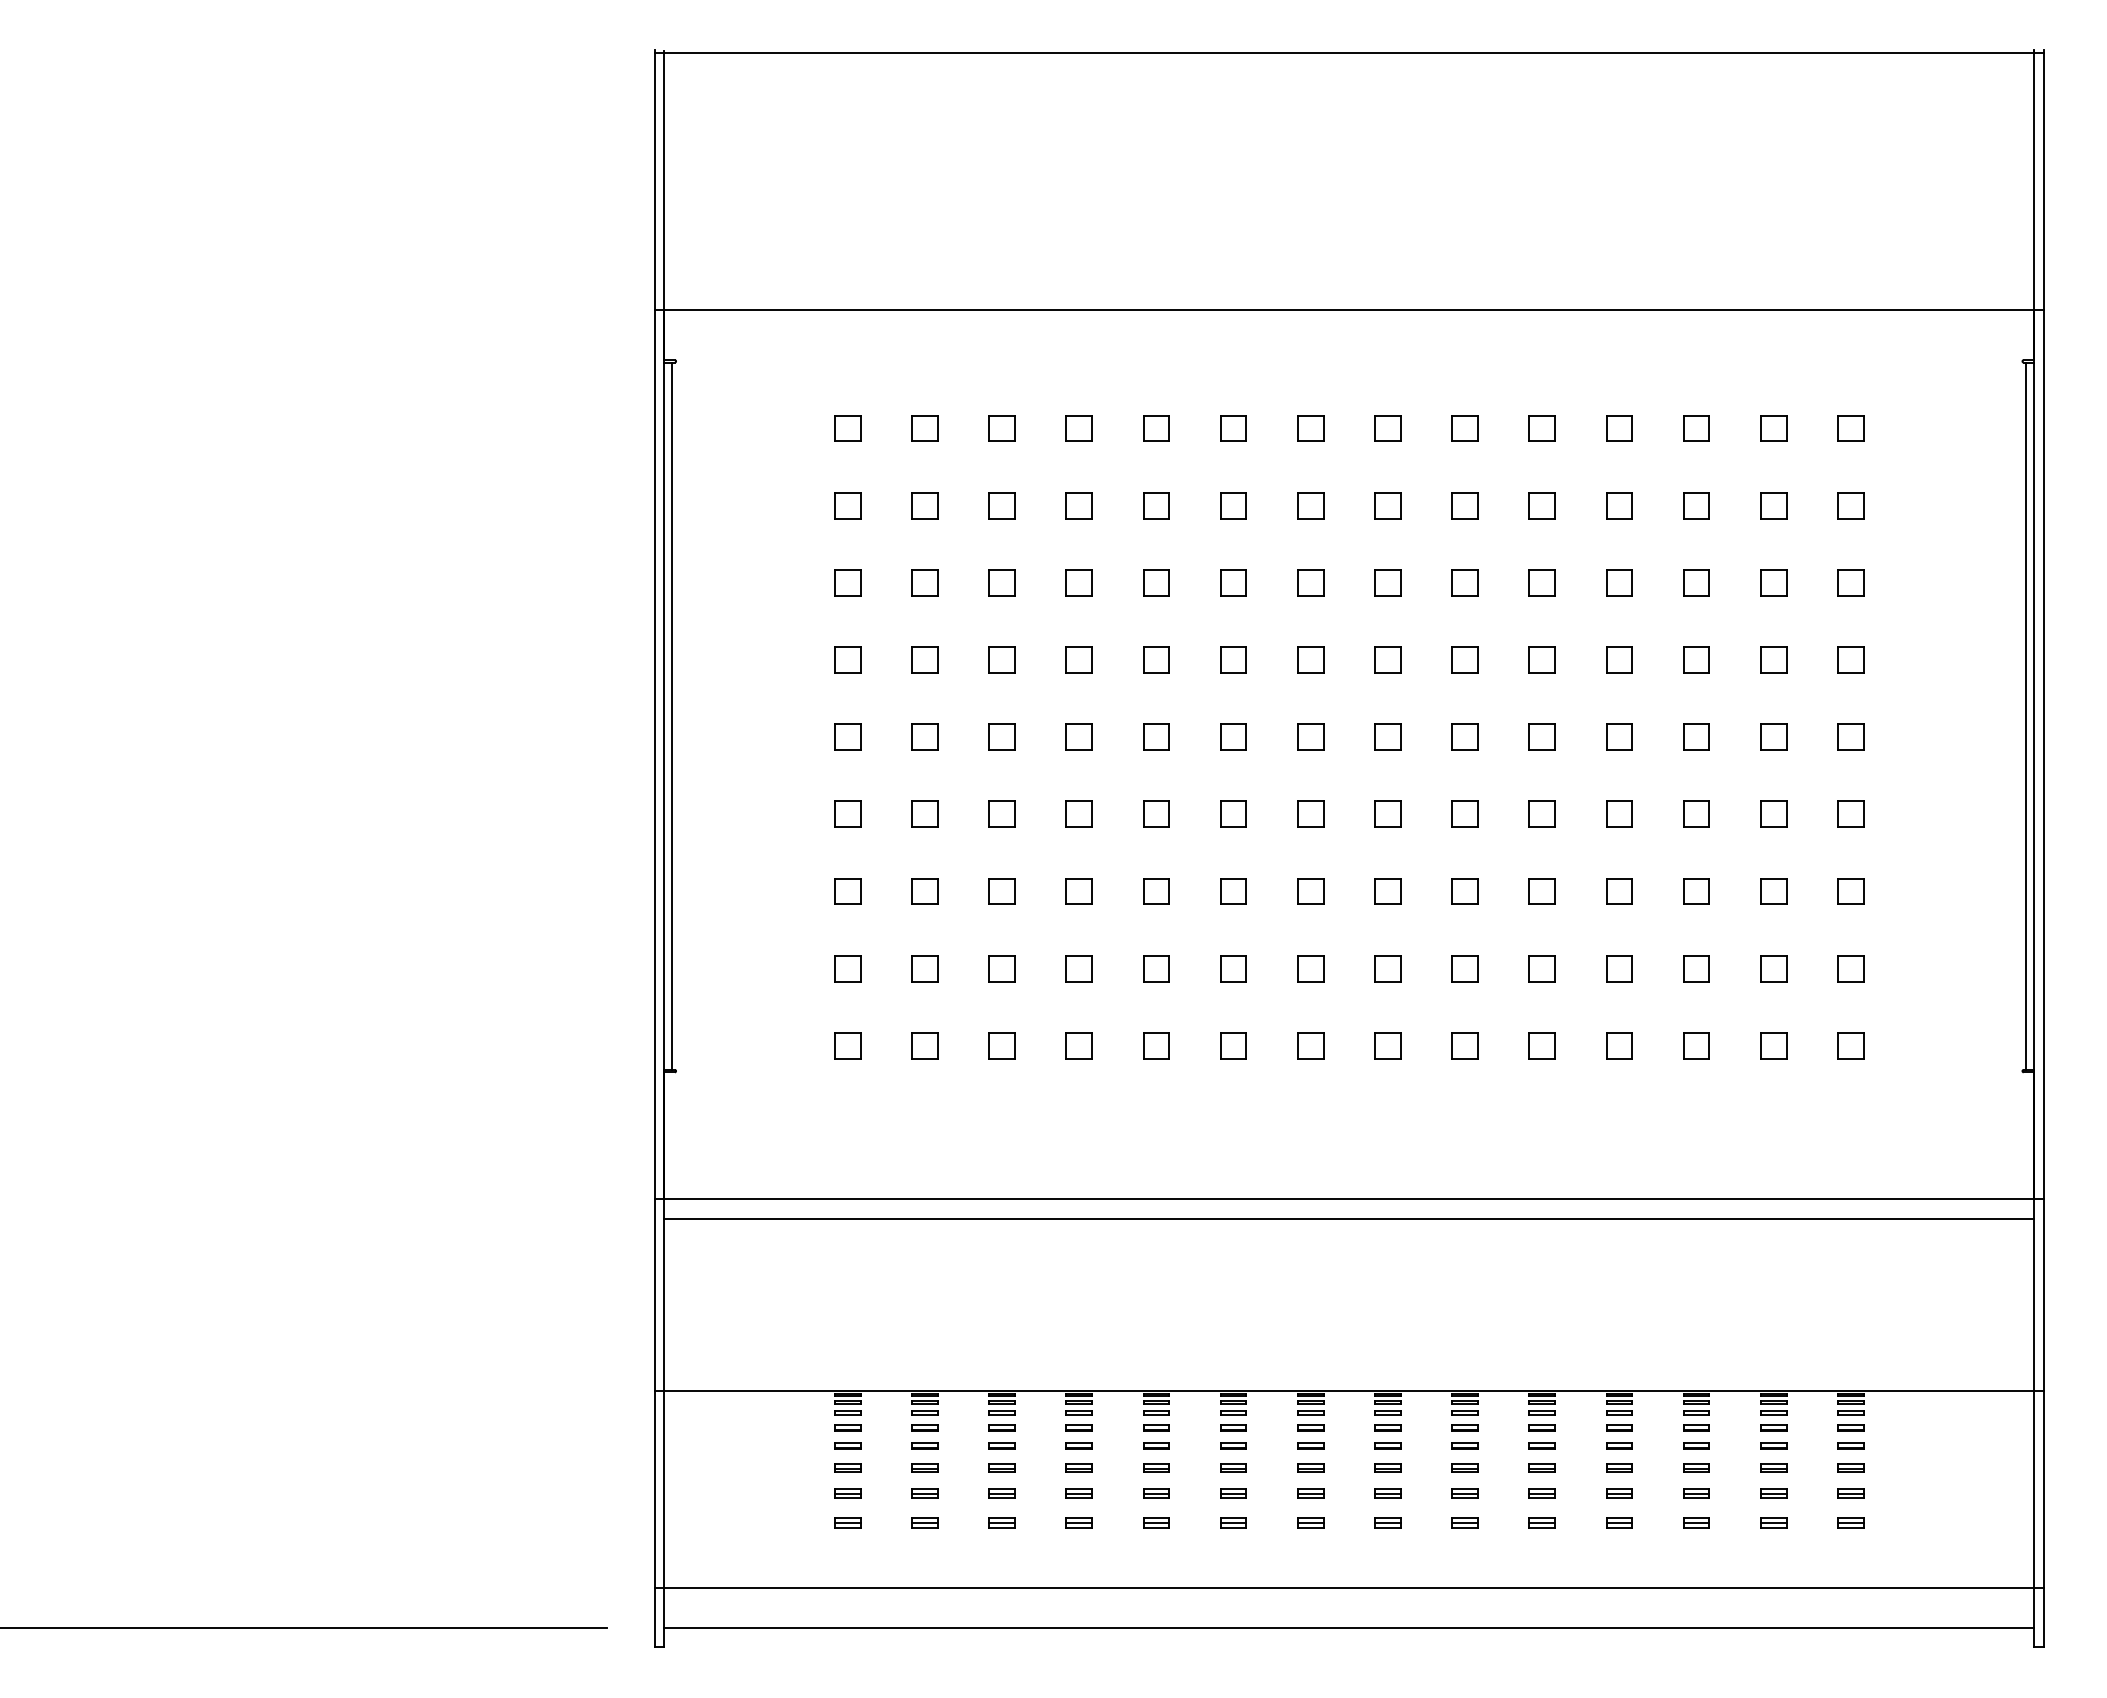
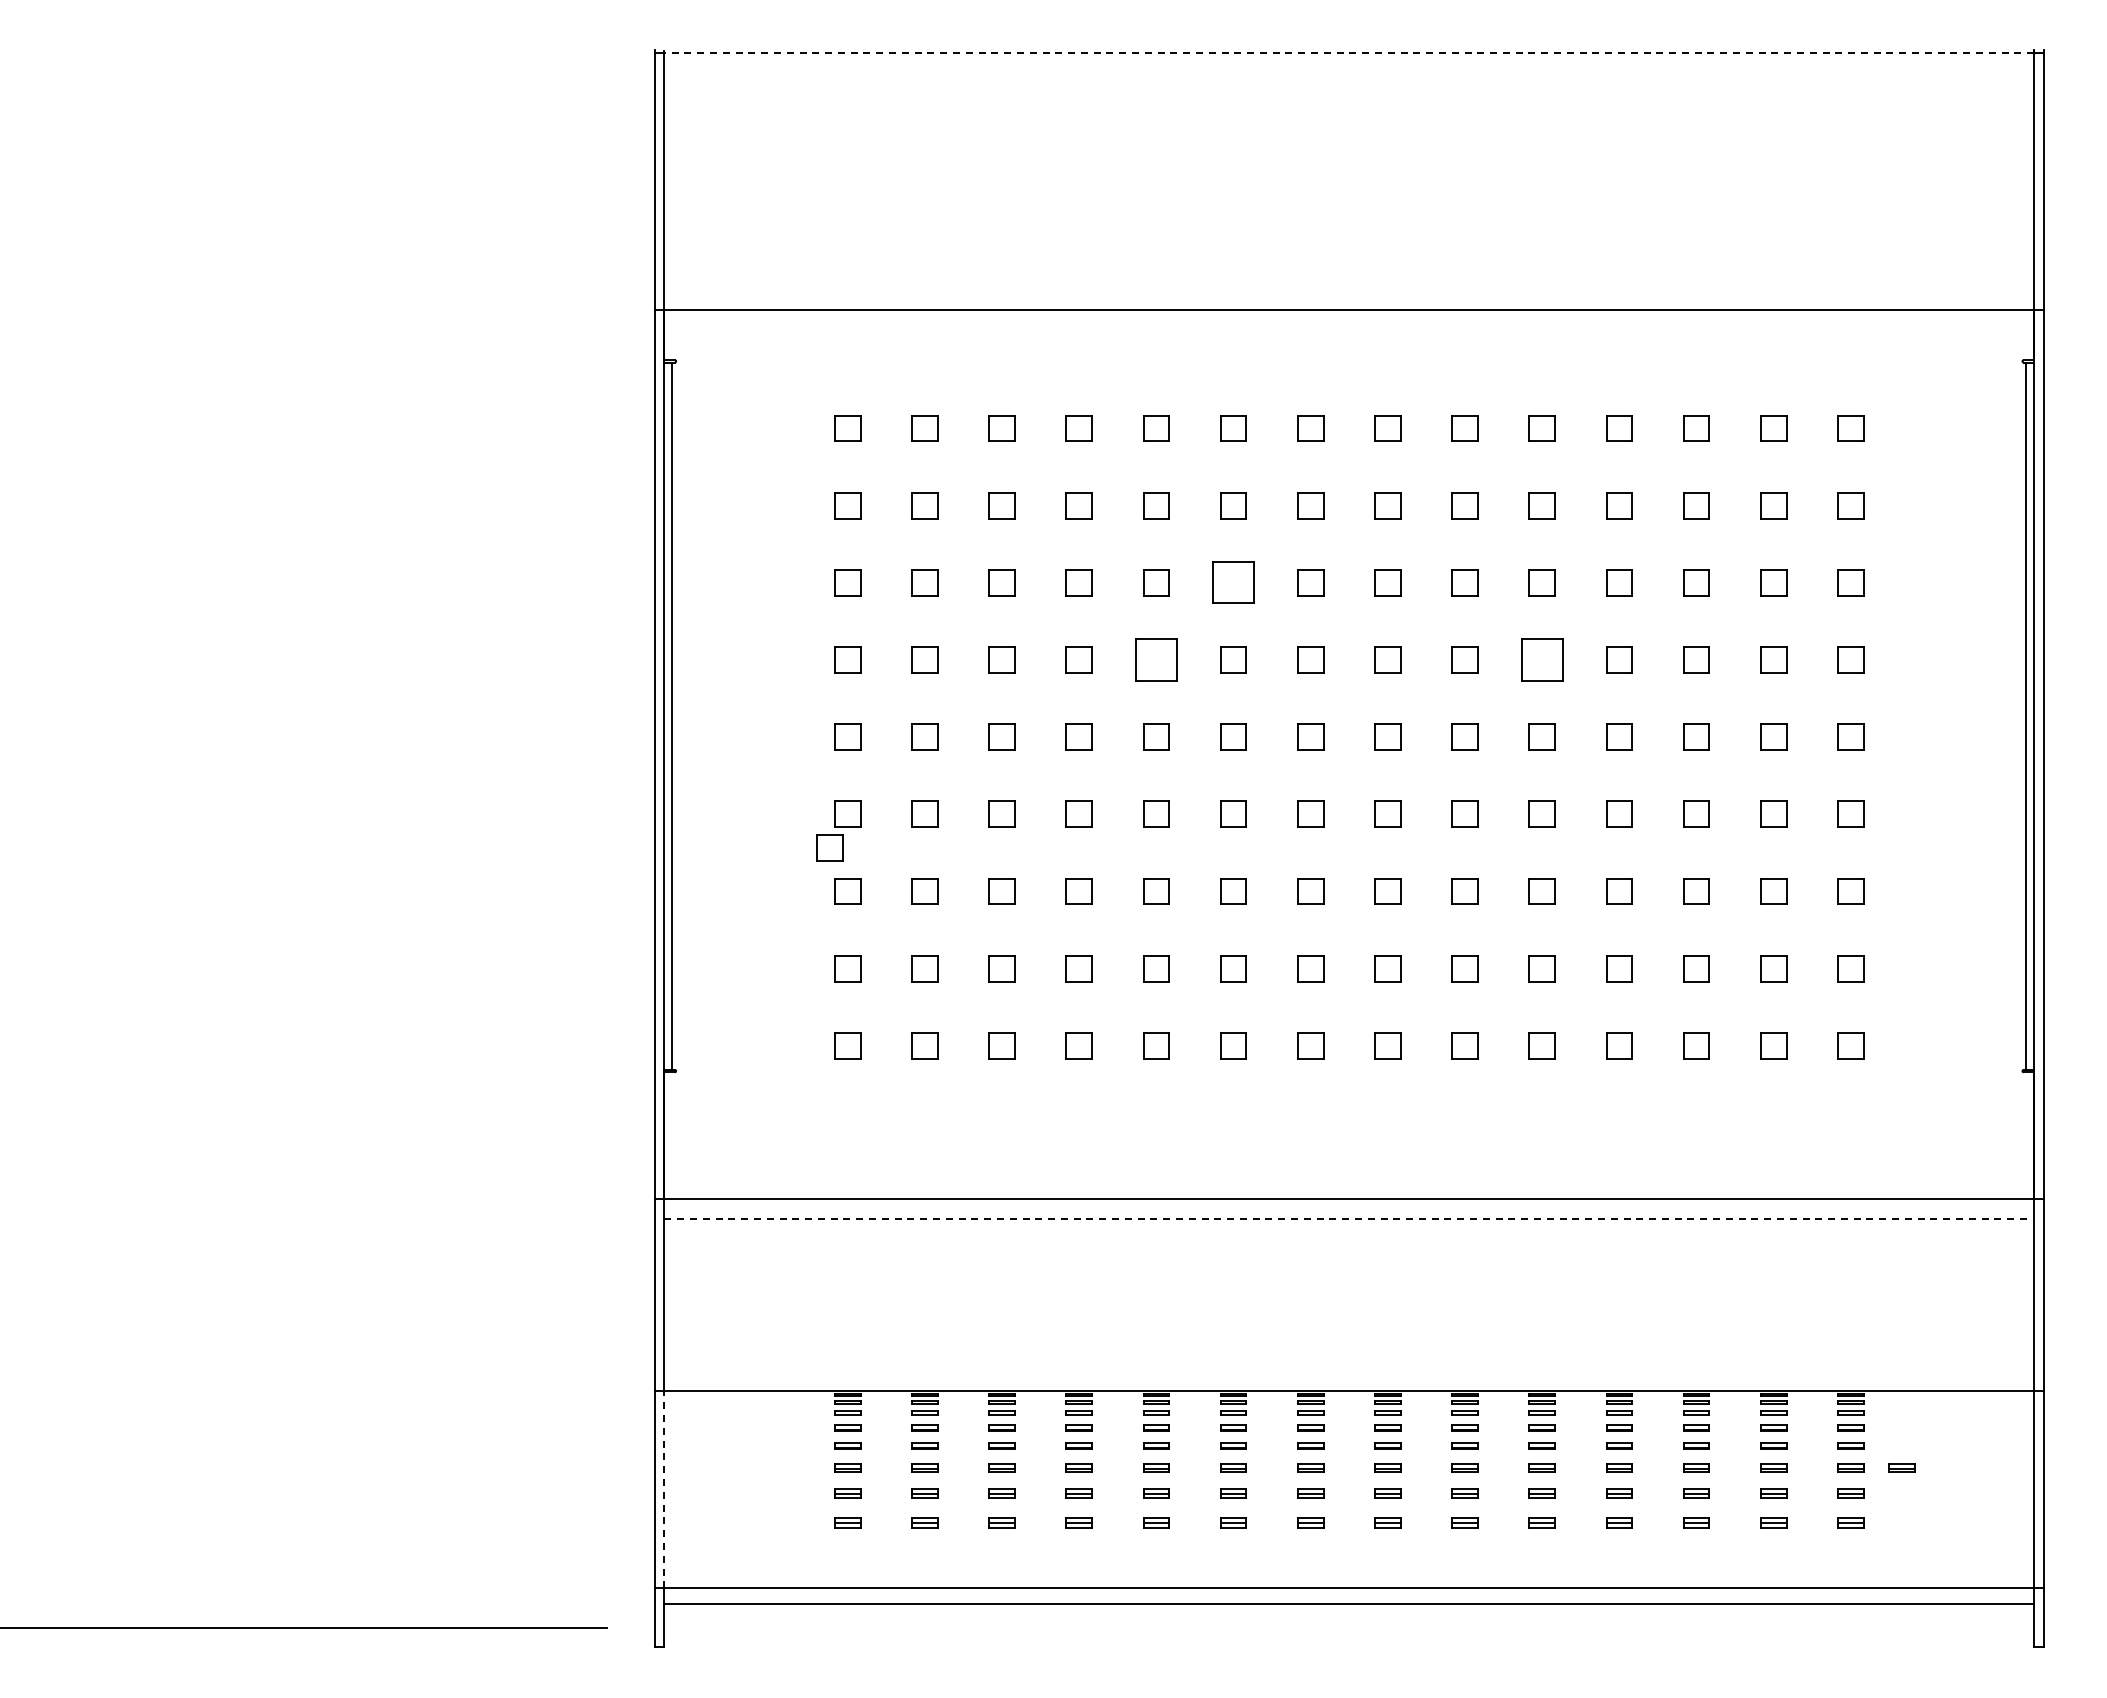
line at (1349, 53): solid -> dashed
part at (1233, 582) size: 27x28 px -> 43x43 px
part at (1156, 659) size: 27x28 px -> 43x44 px
part at (1541, 659) size: 28x28 px -> 43x44 px
part at (829, 847): none -> present
line at (1349, 1219): solid -> dashed
part at (1901, 1467): none -> present
line at (664, 1489): solid -> dashed
line at (1349, 1627) position: (1349, 1627) -> (1349, 1603)
